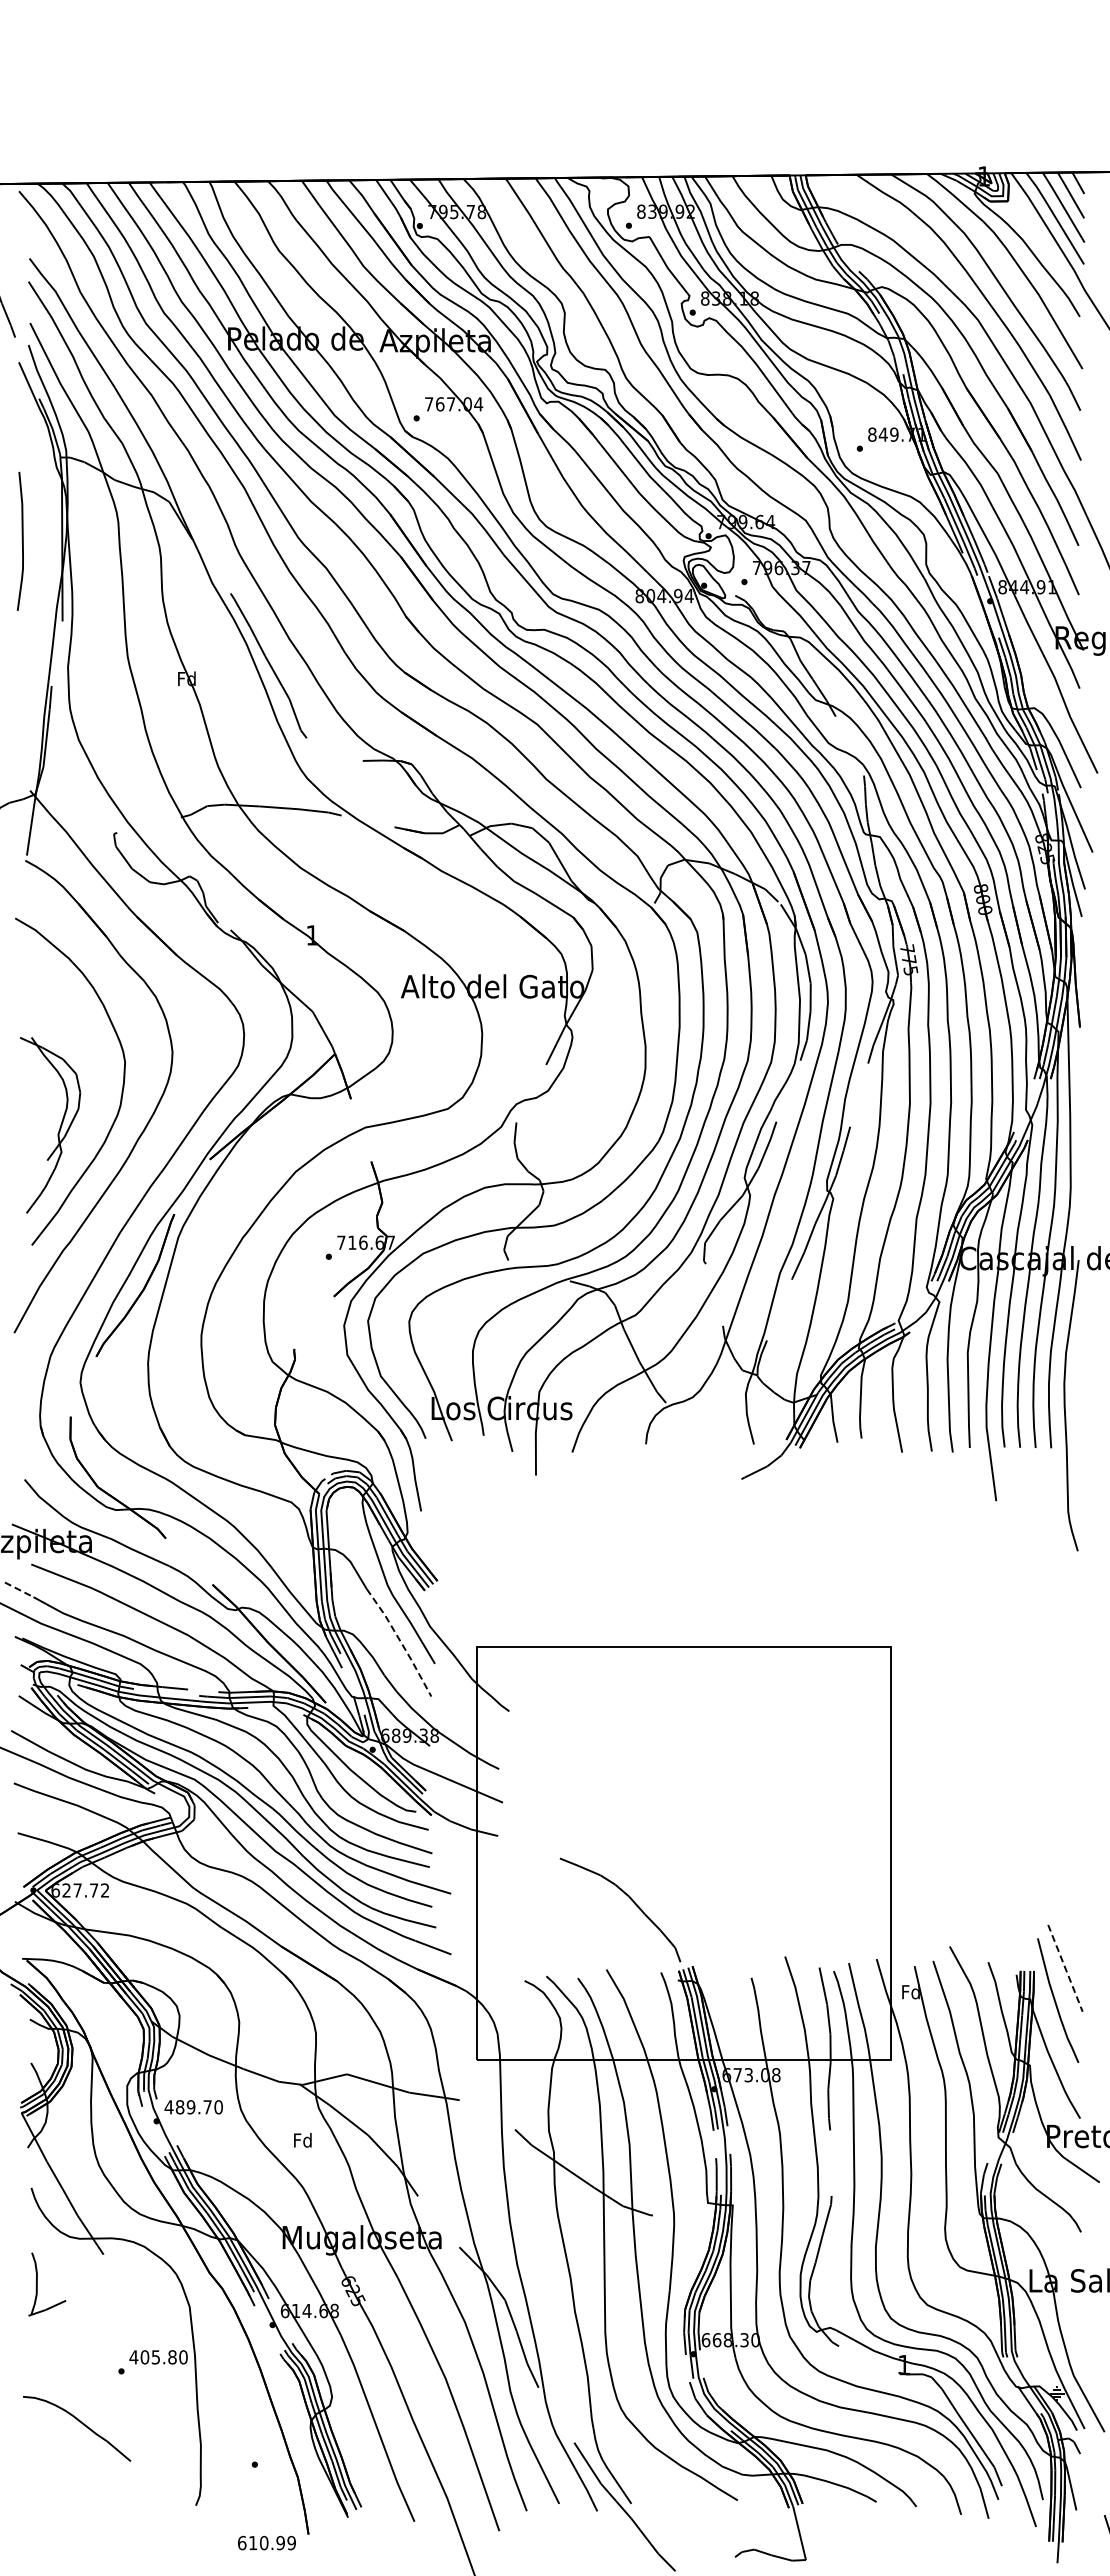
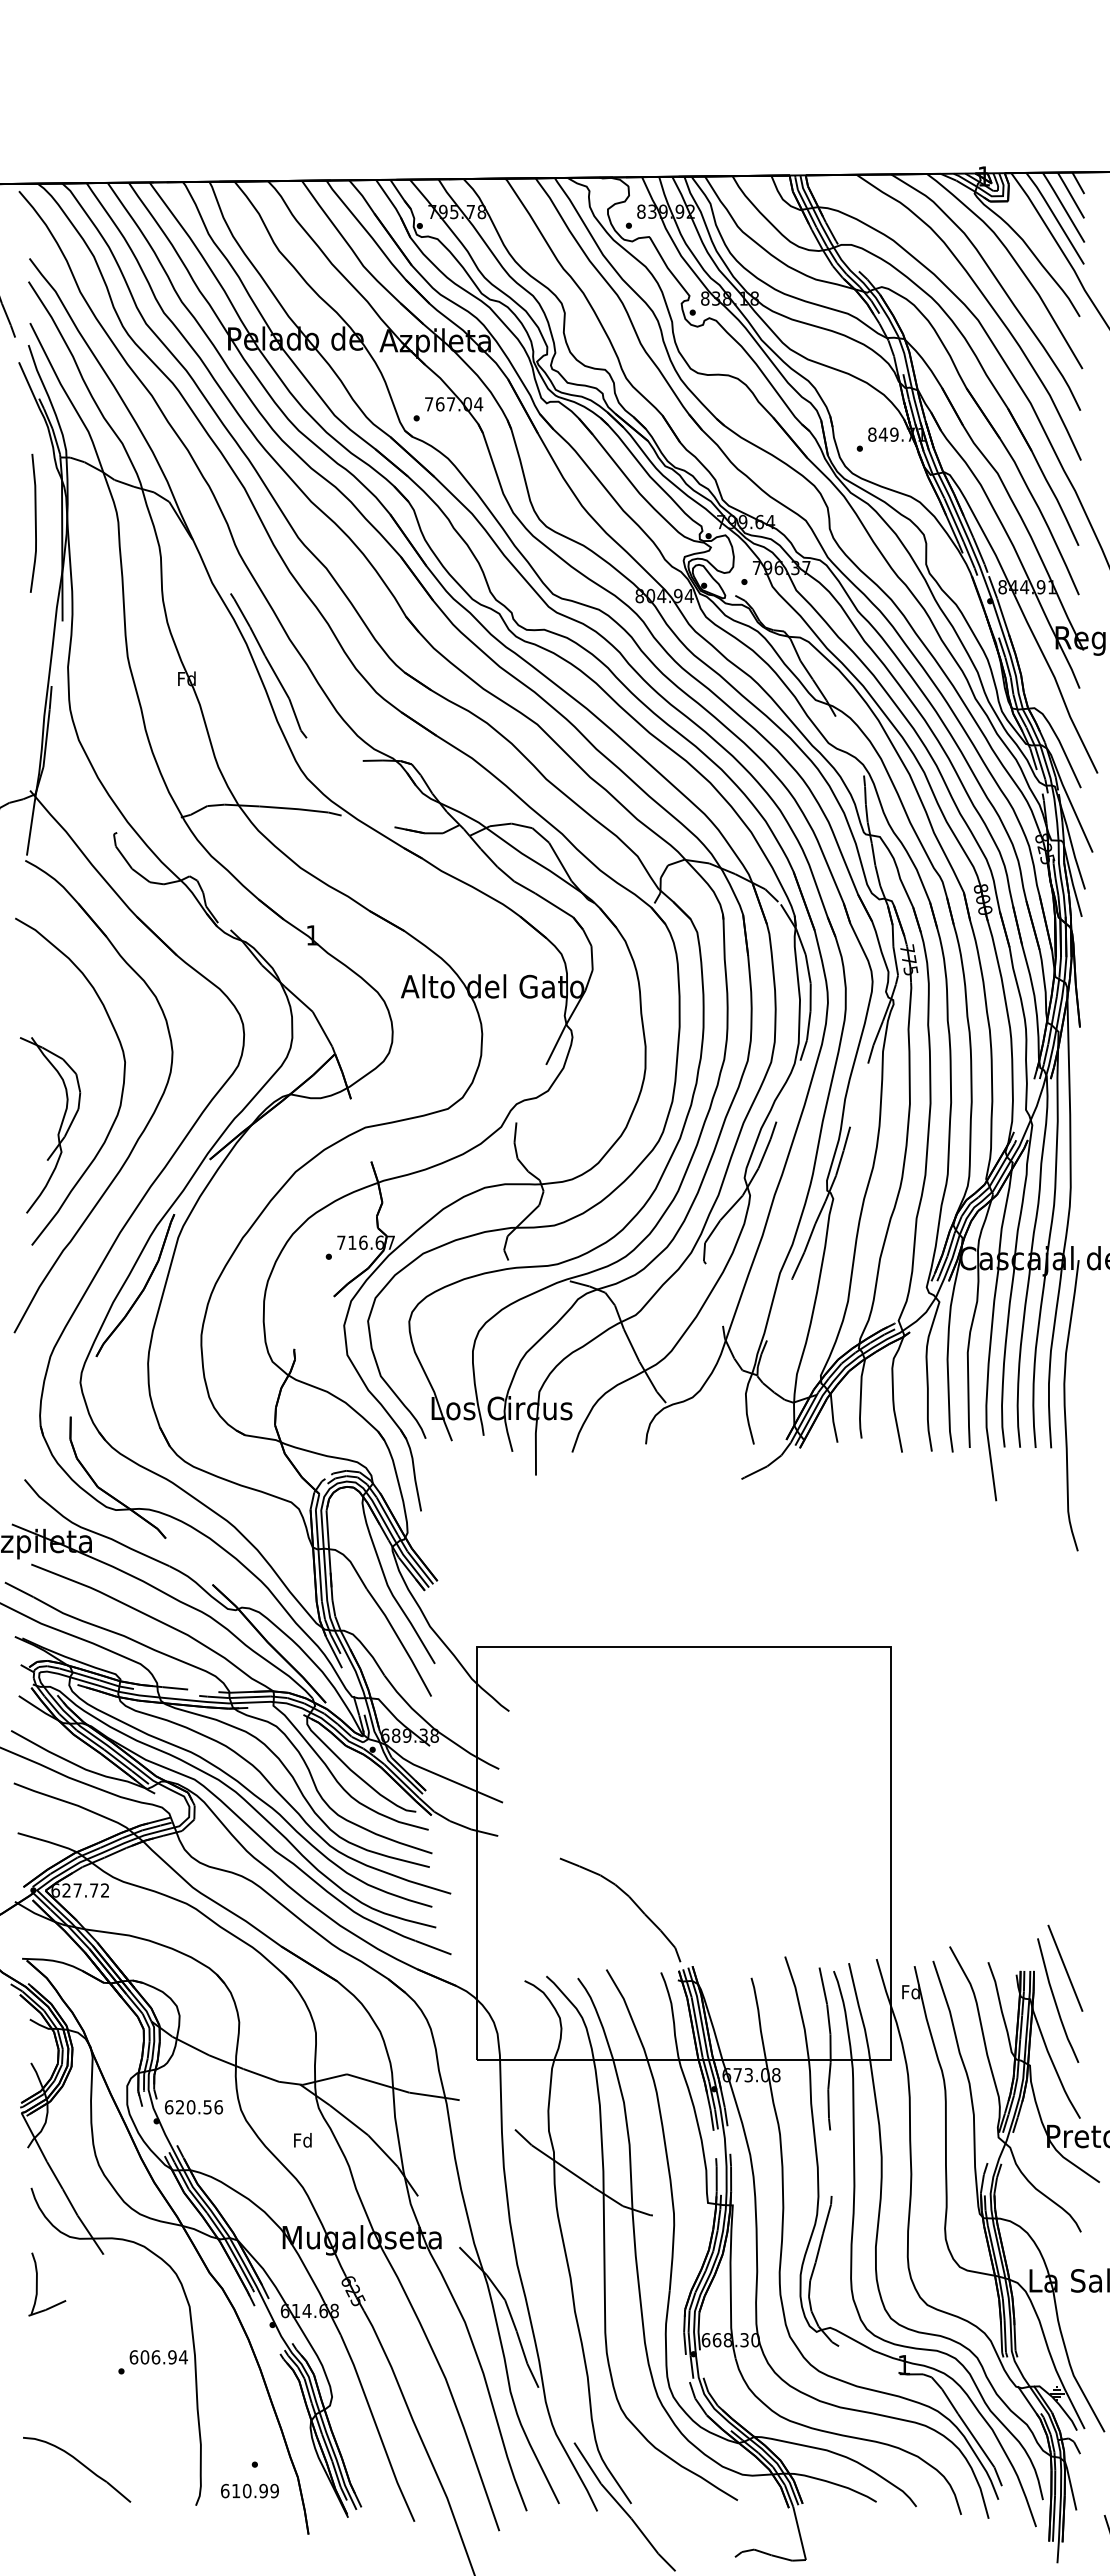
curve at (21, 540) position: (21, 540) -> (34, 522)
line at (19, 1590): dashed -> solid
line at (400, 1641): dashed -> solid
line at (1065, 1968): dashed -> solid
text at (193, 2107): 489.70 -> 620.56
text at (158, 2357): 405.80 -> 606.94
part at (79, 2422) position: (79, 2422) -> (79, 2463)
text at (266, 2542) position: (266, 2542) -> (249, 2490)
